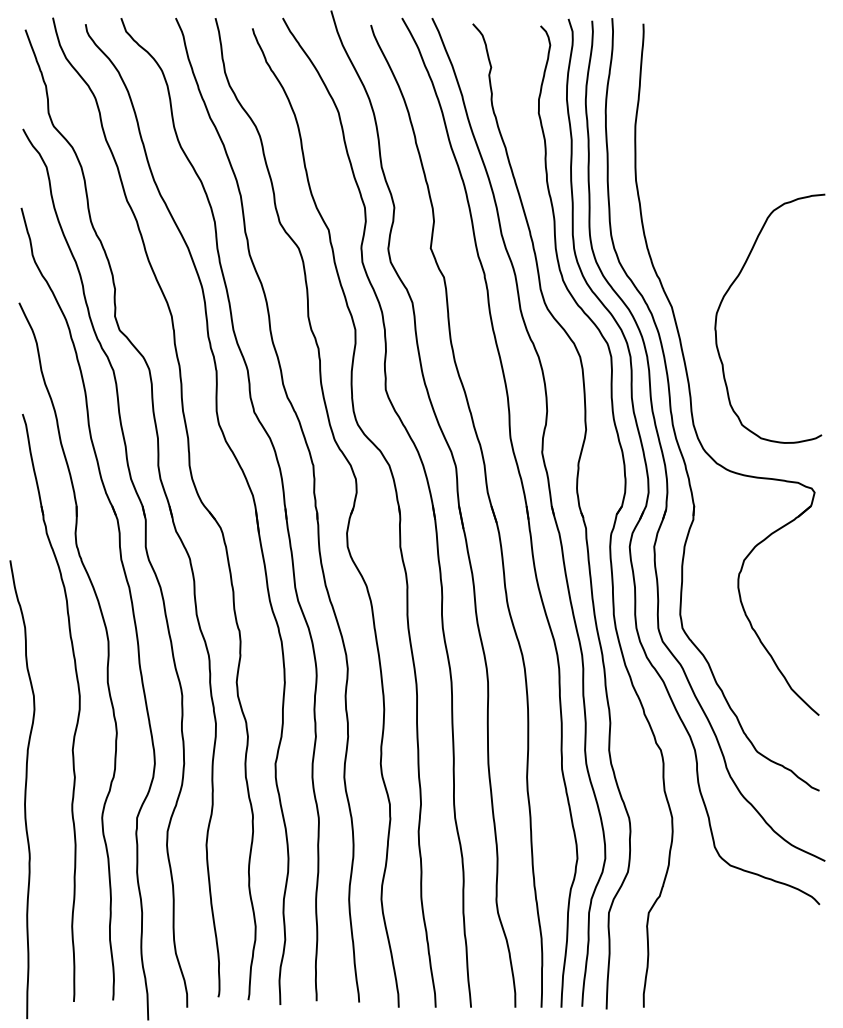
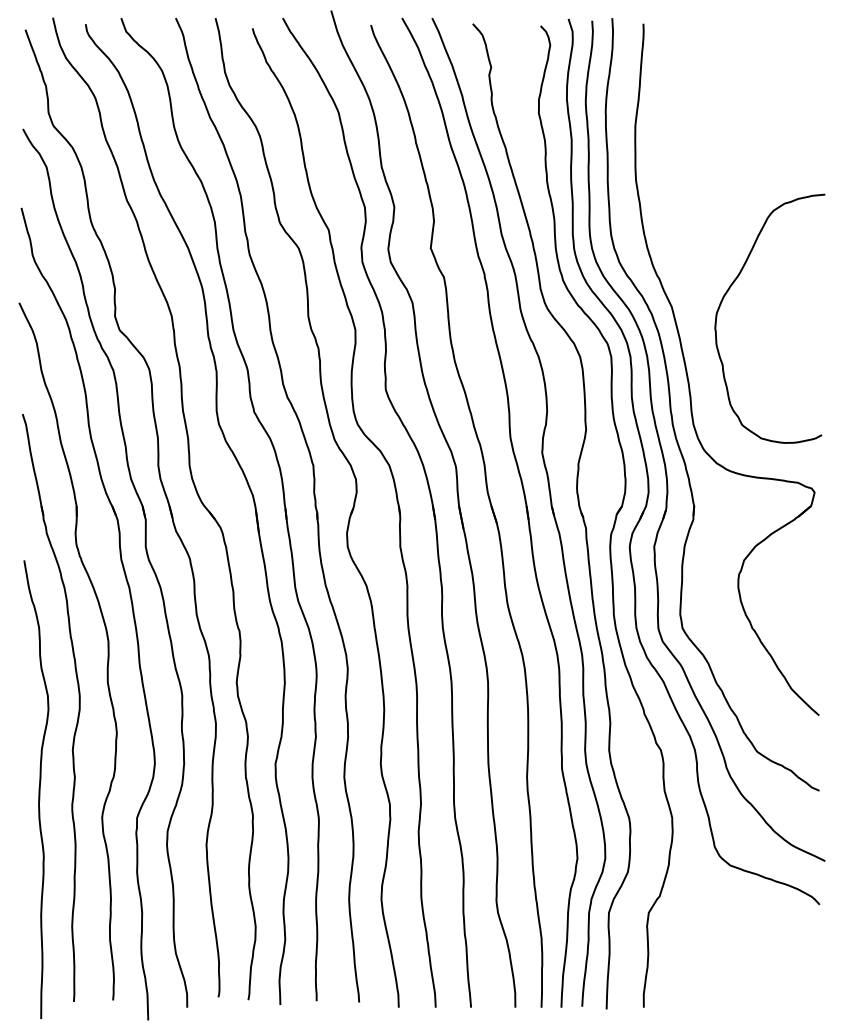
curve at (24, 789) position: (24, 789) -> (38, 789)
